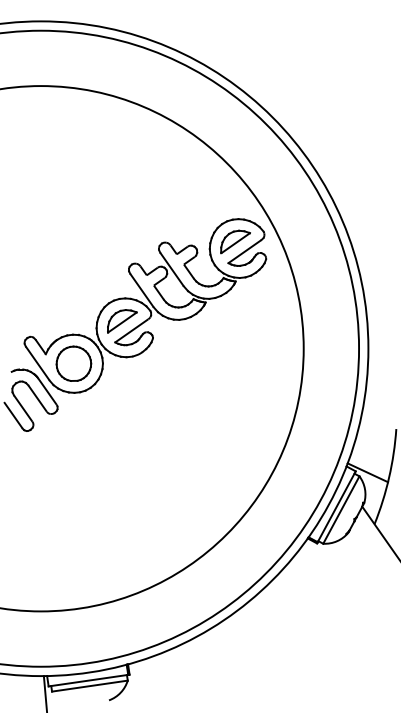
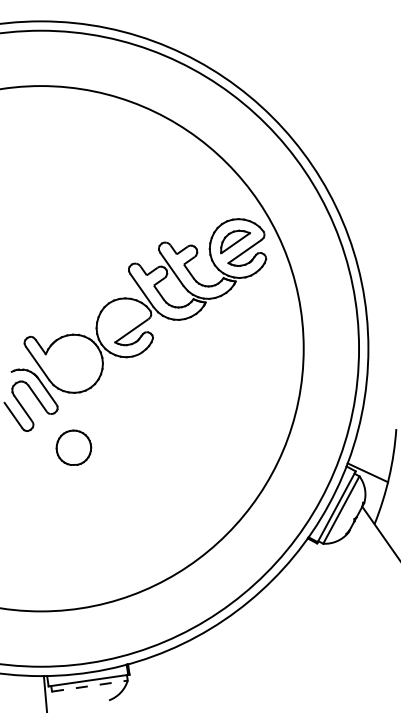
part at (122, 321): present -> none
part at (73, 363) position: (73, 363) -> (73, 447)
line at (90, 686): solid -> dashed
